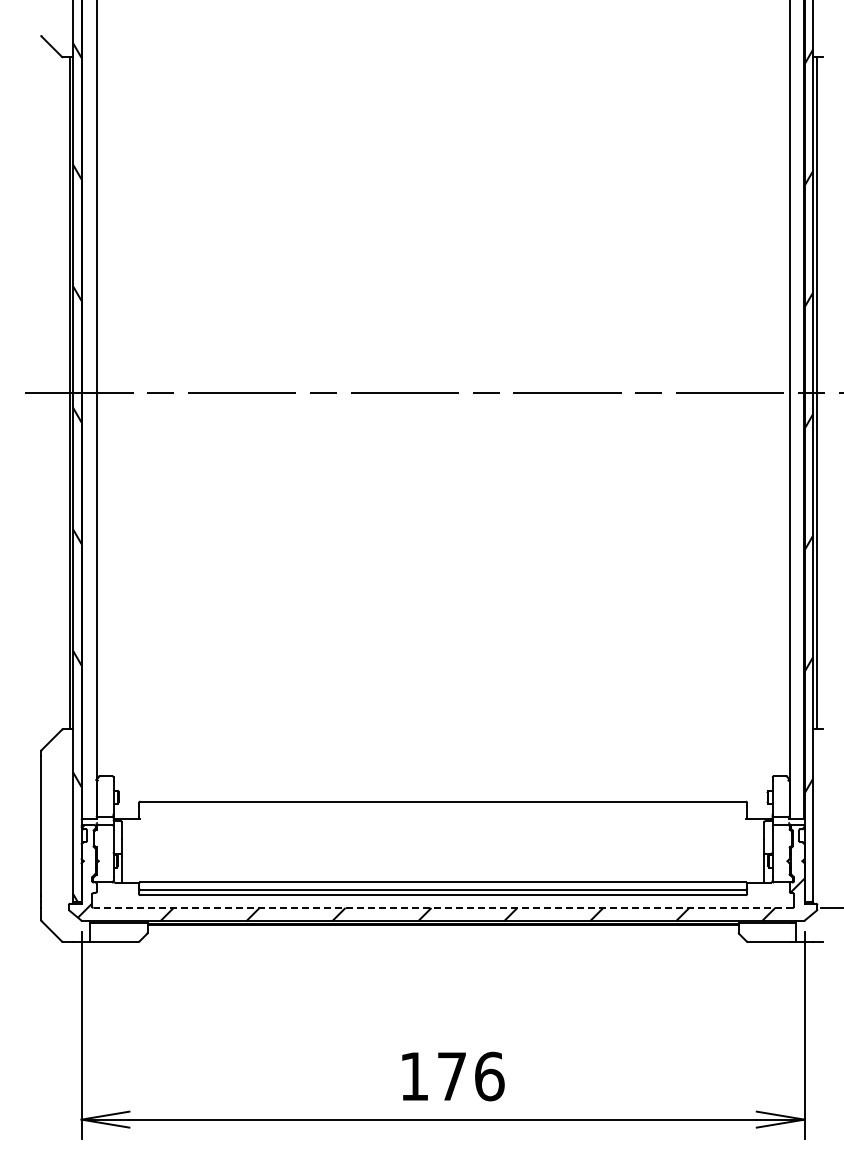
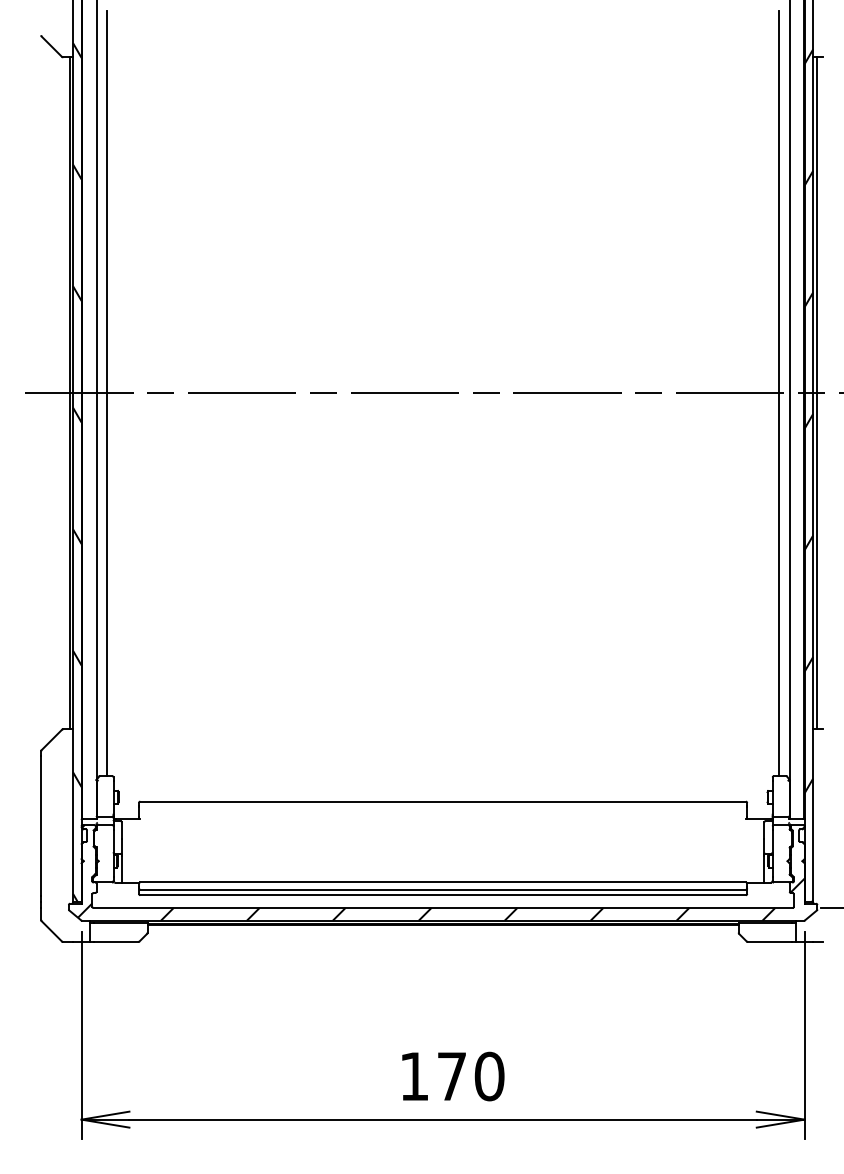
line at (107, 393): none -> present
line at (779, 393): none -> present
line at (443, 907): dashed -> solid
text at (489, 1076): 176 -> 170
